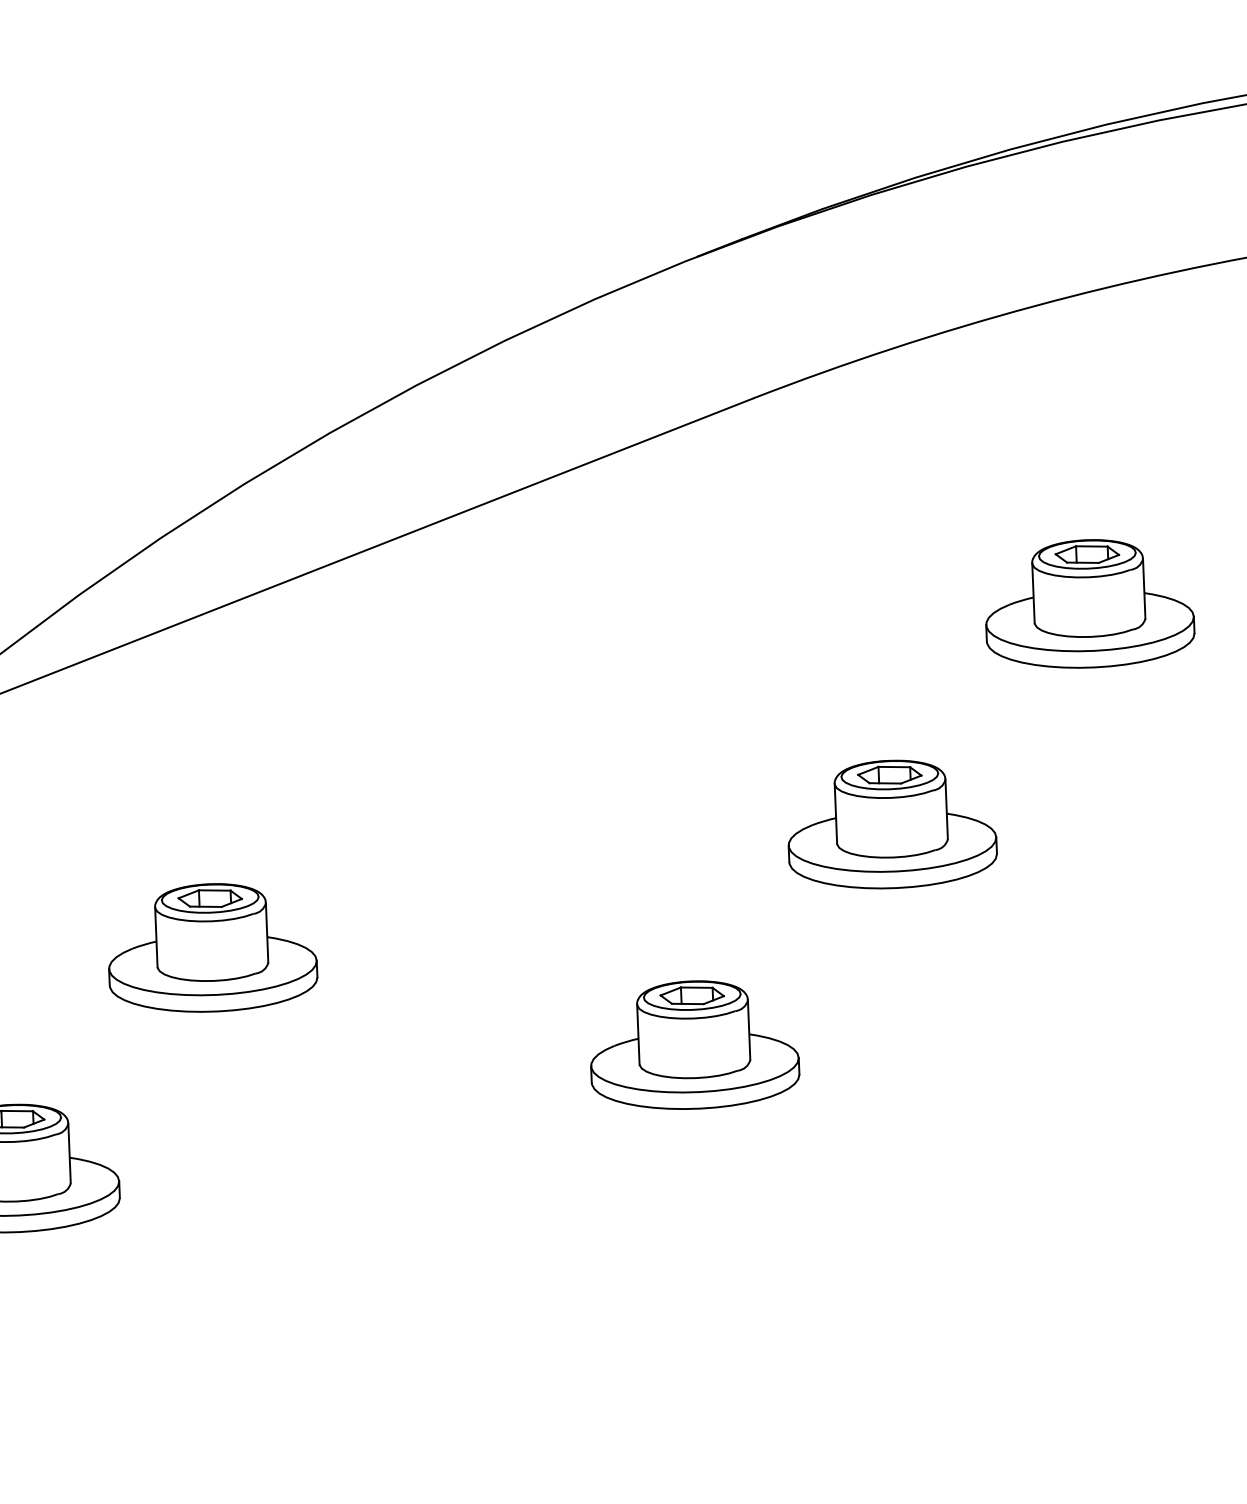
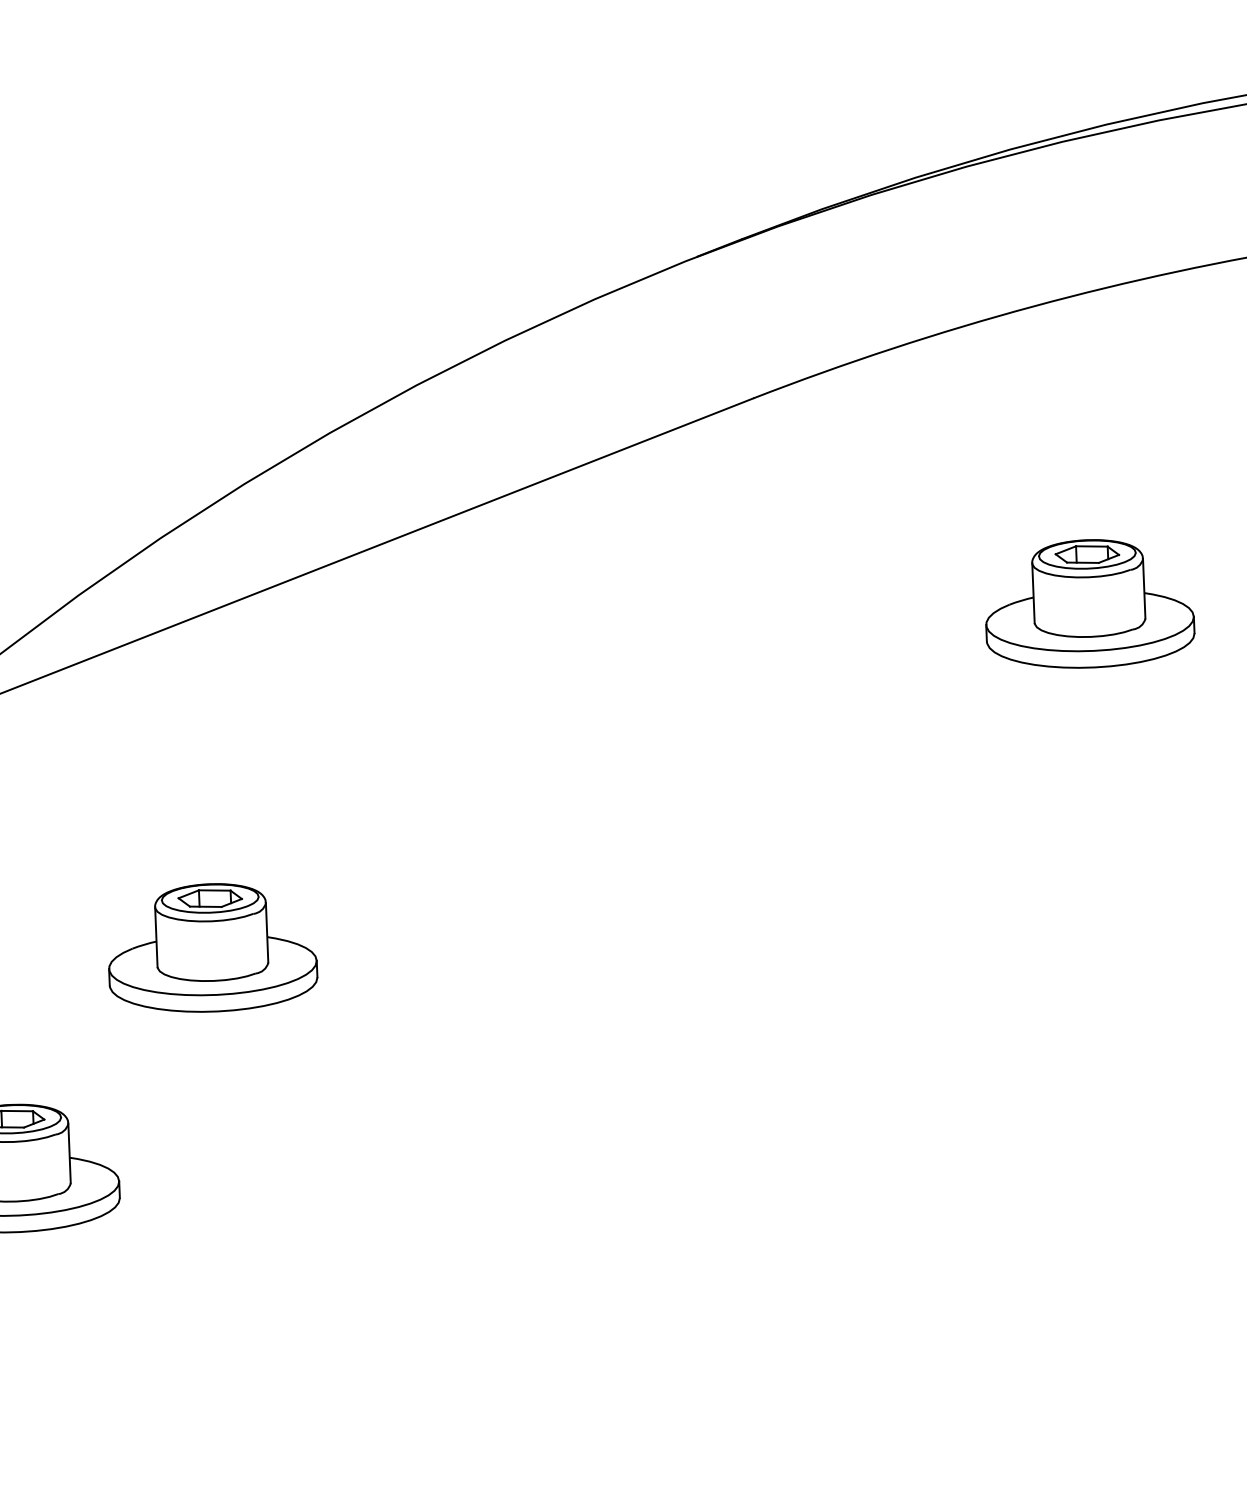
part at (892, 824): present -> none
part at (695, 1044): present -> none
